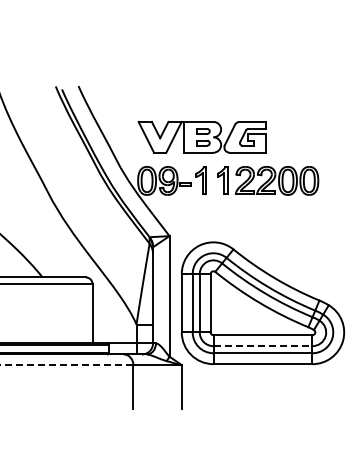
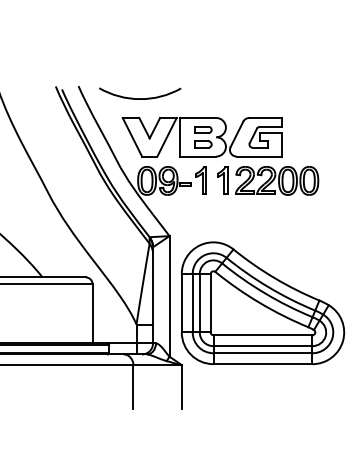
arc at (140, 98): none -> present
part at (201, 136) size: 130x34 px -> 162x41 px
line at (263, 346): dashed -> solid
line at (66, 365): dashed -> solid
